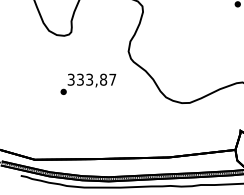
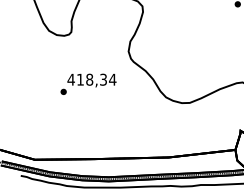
text at (91, 79): 333,87 -> 418,34
